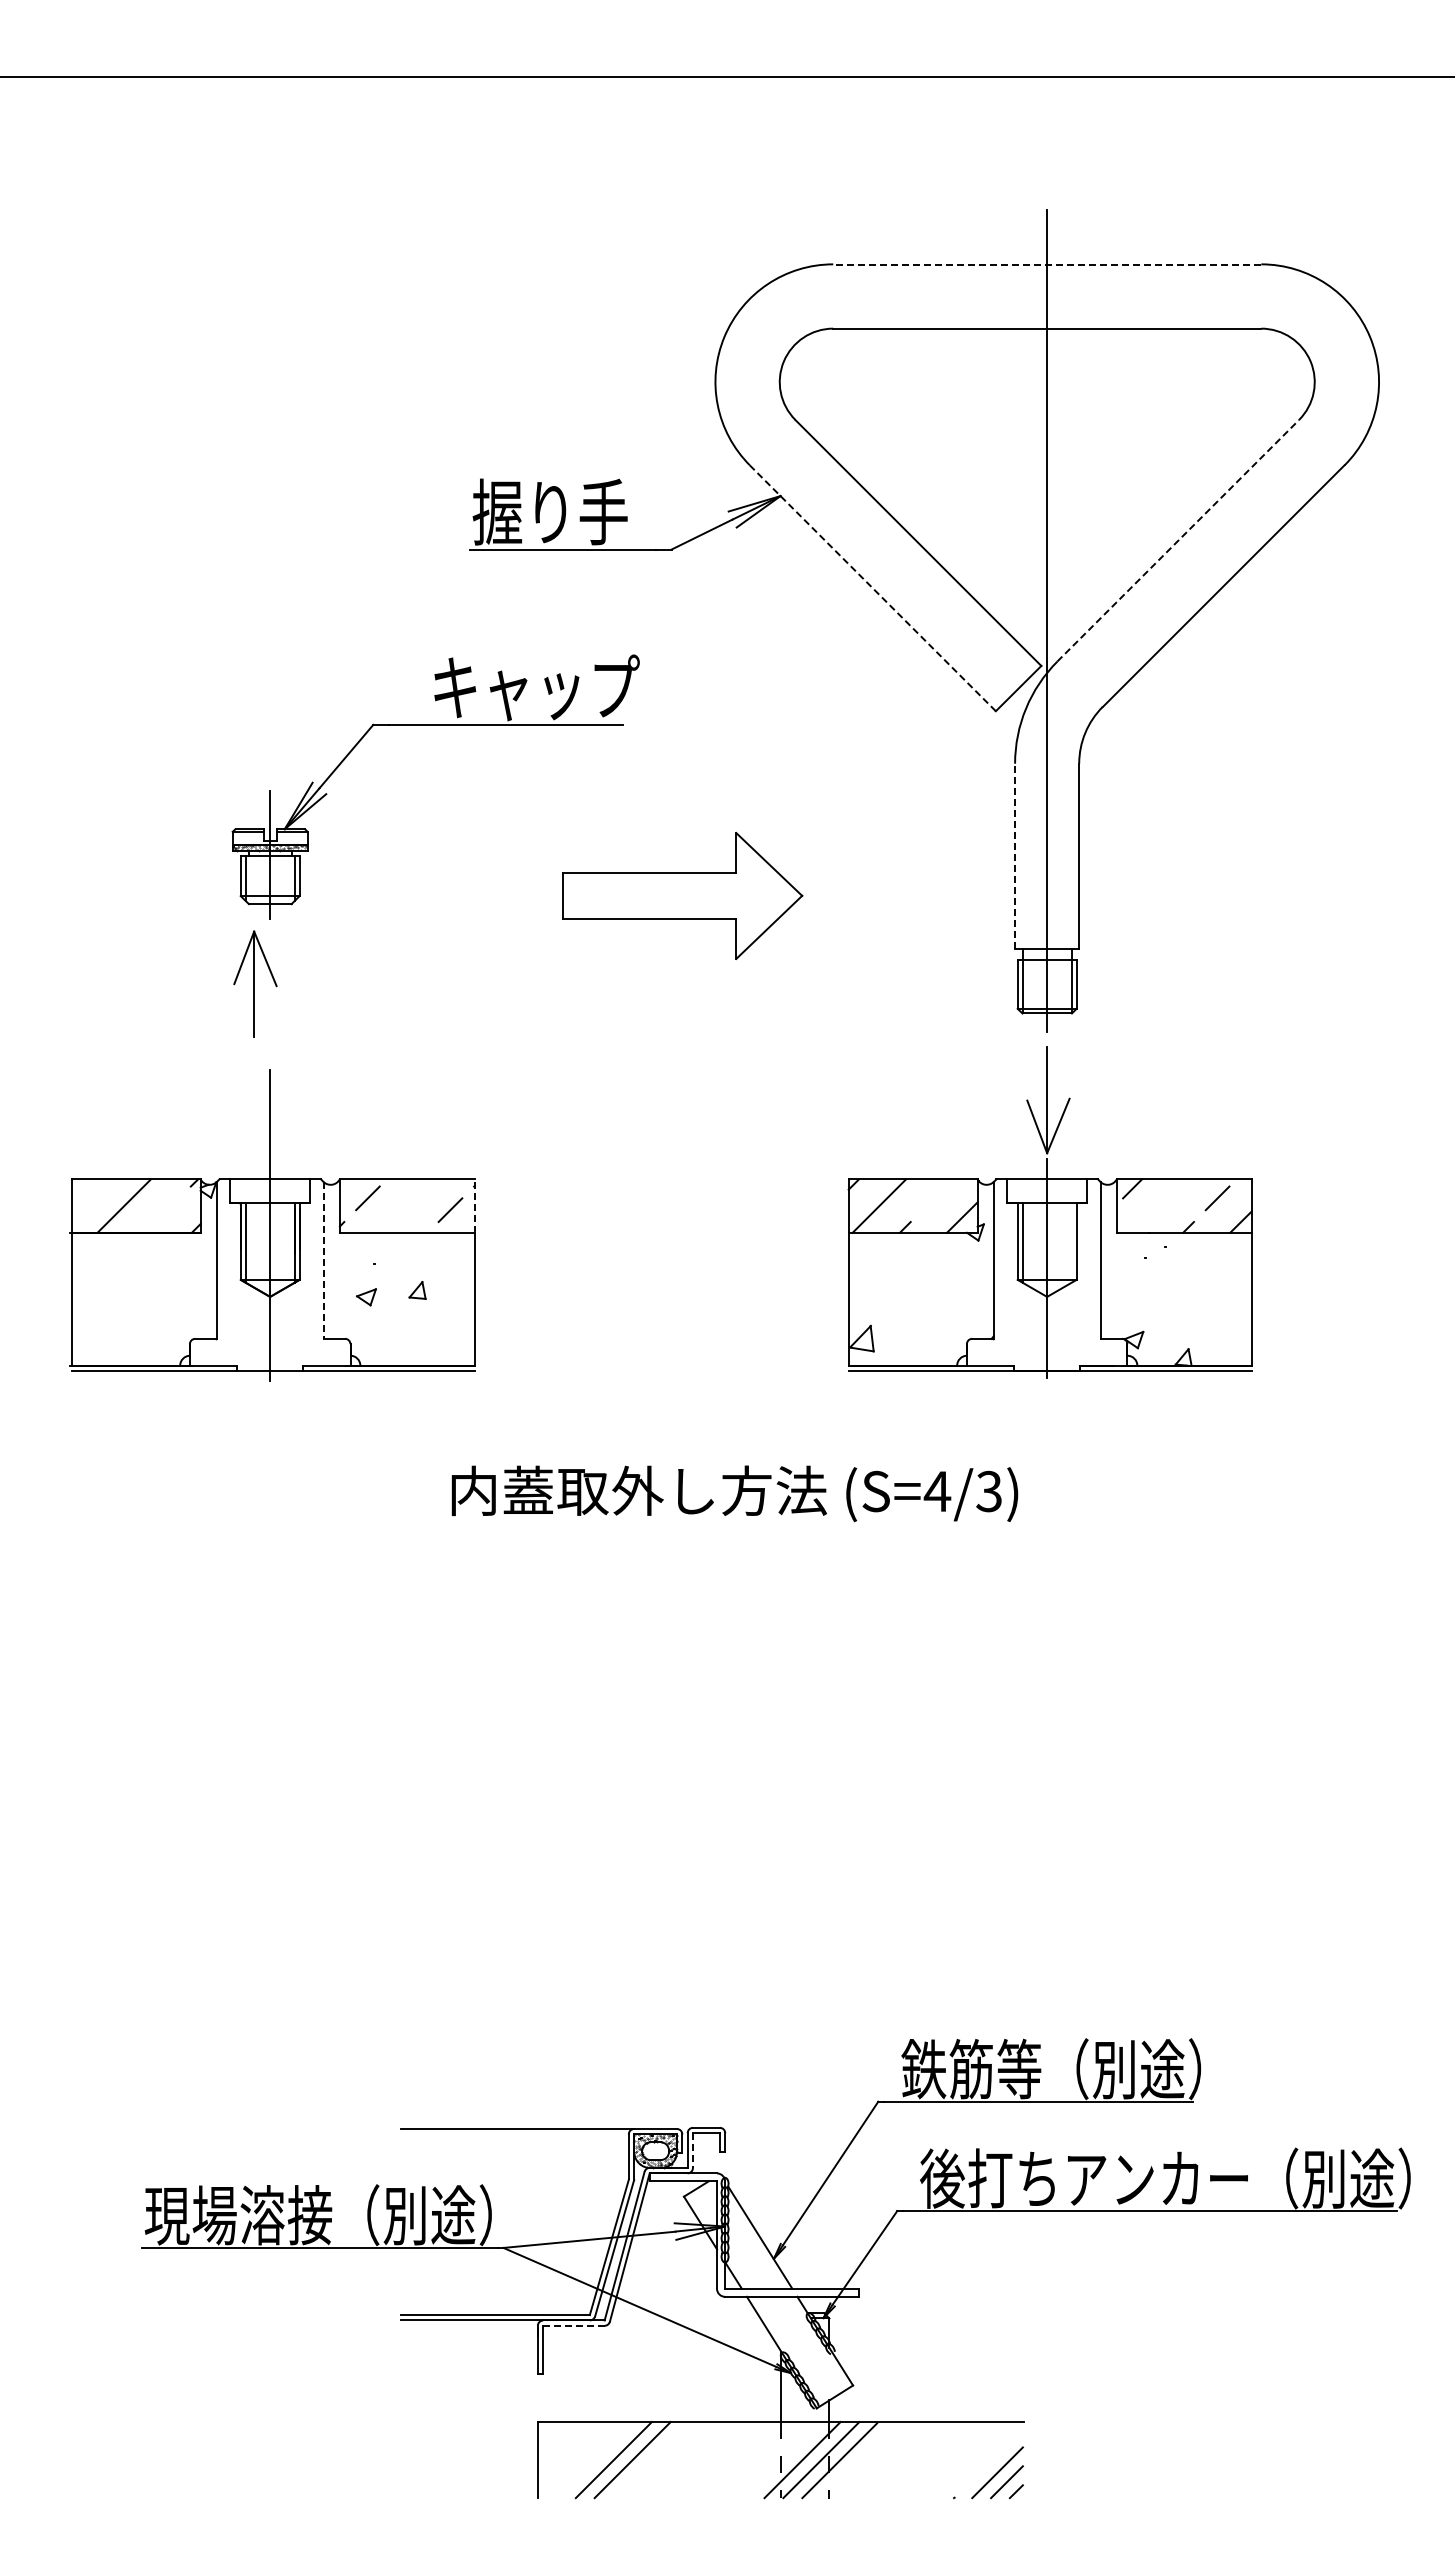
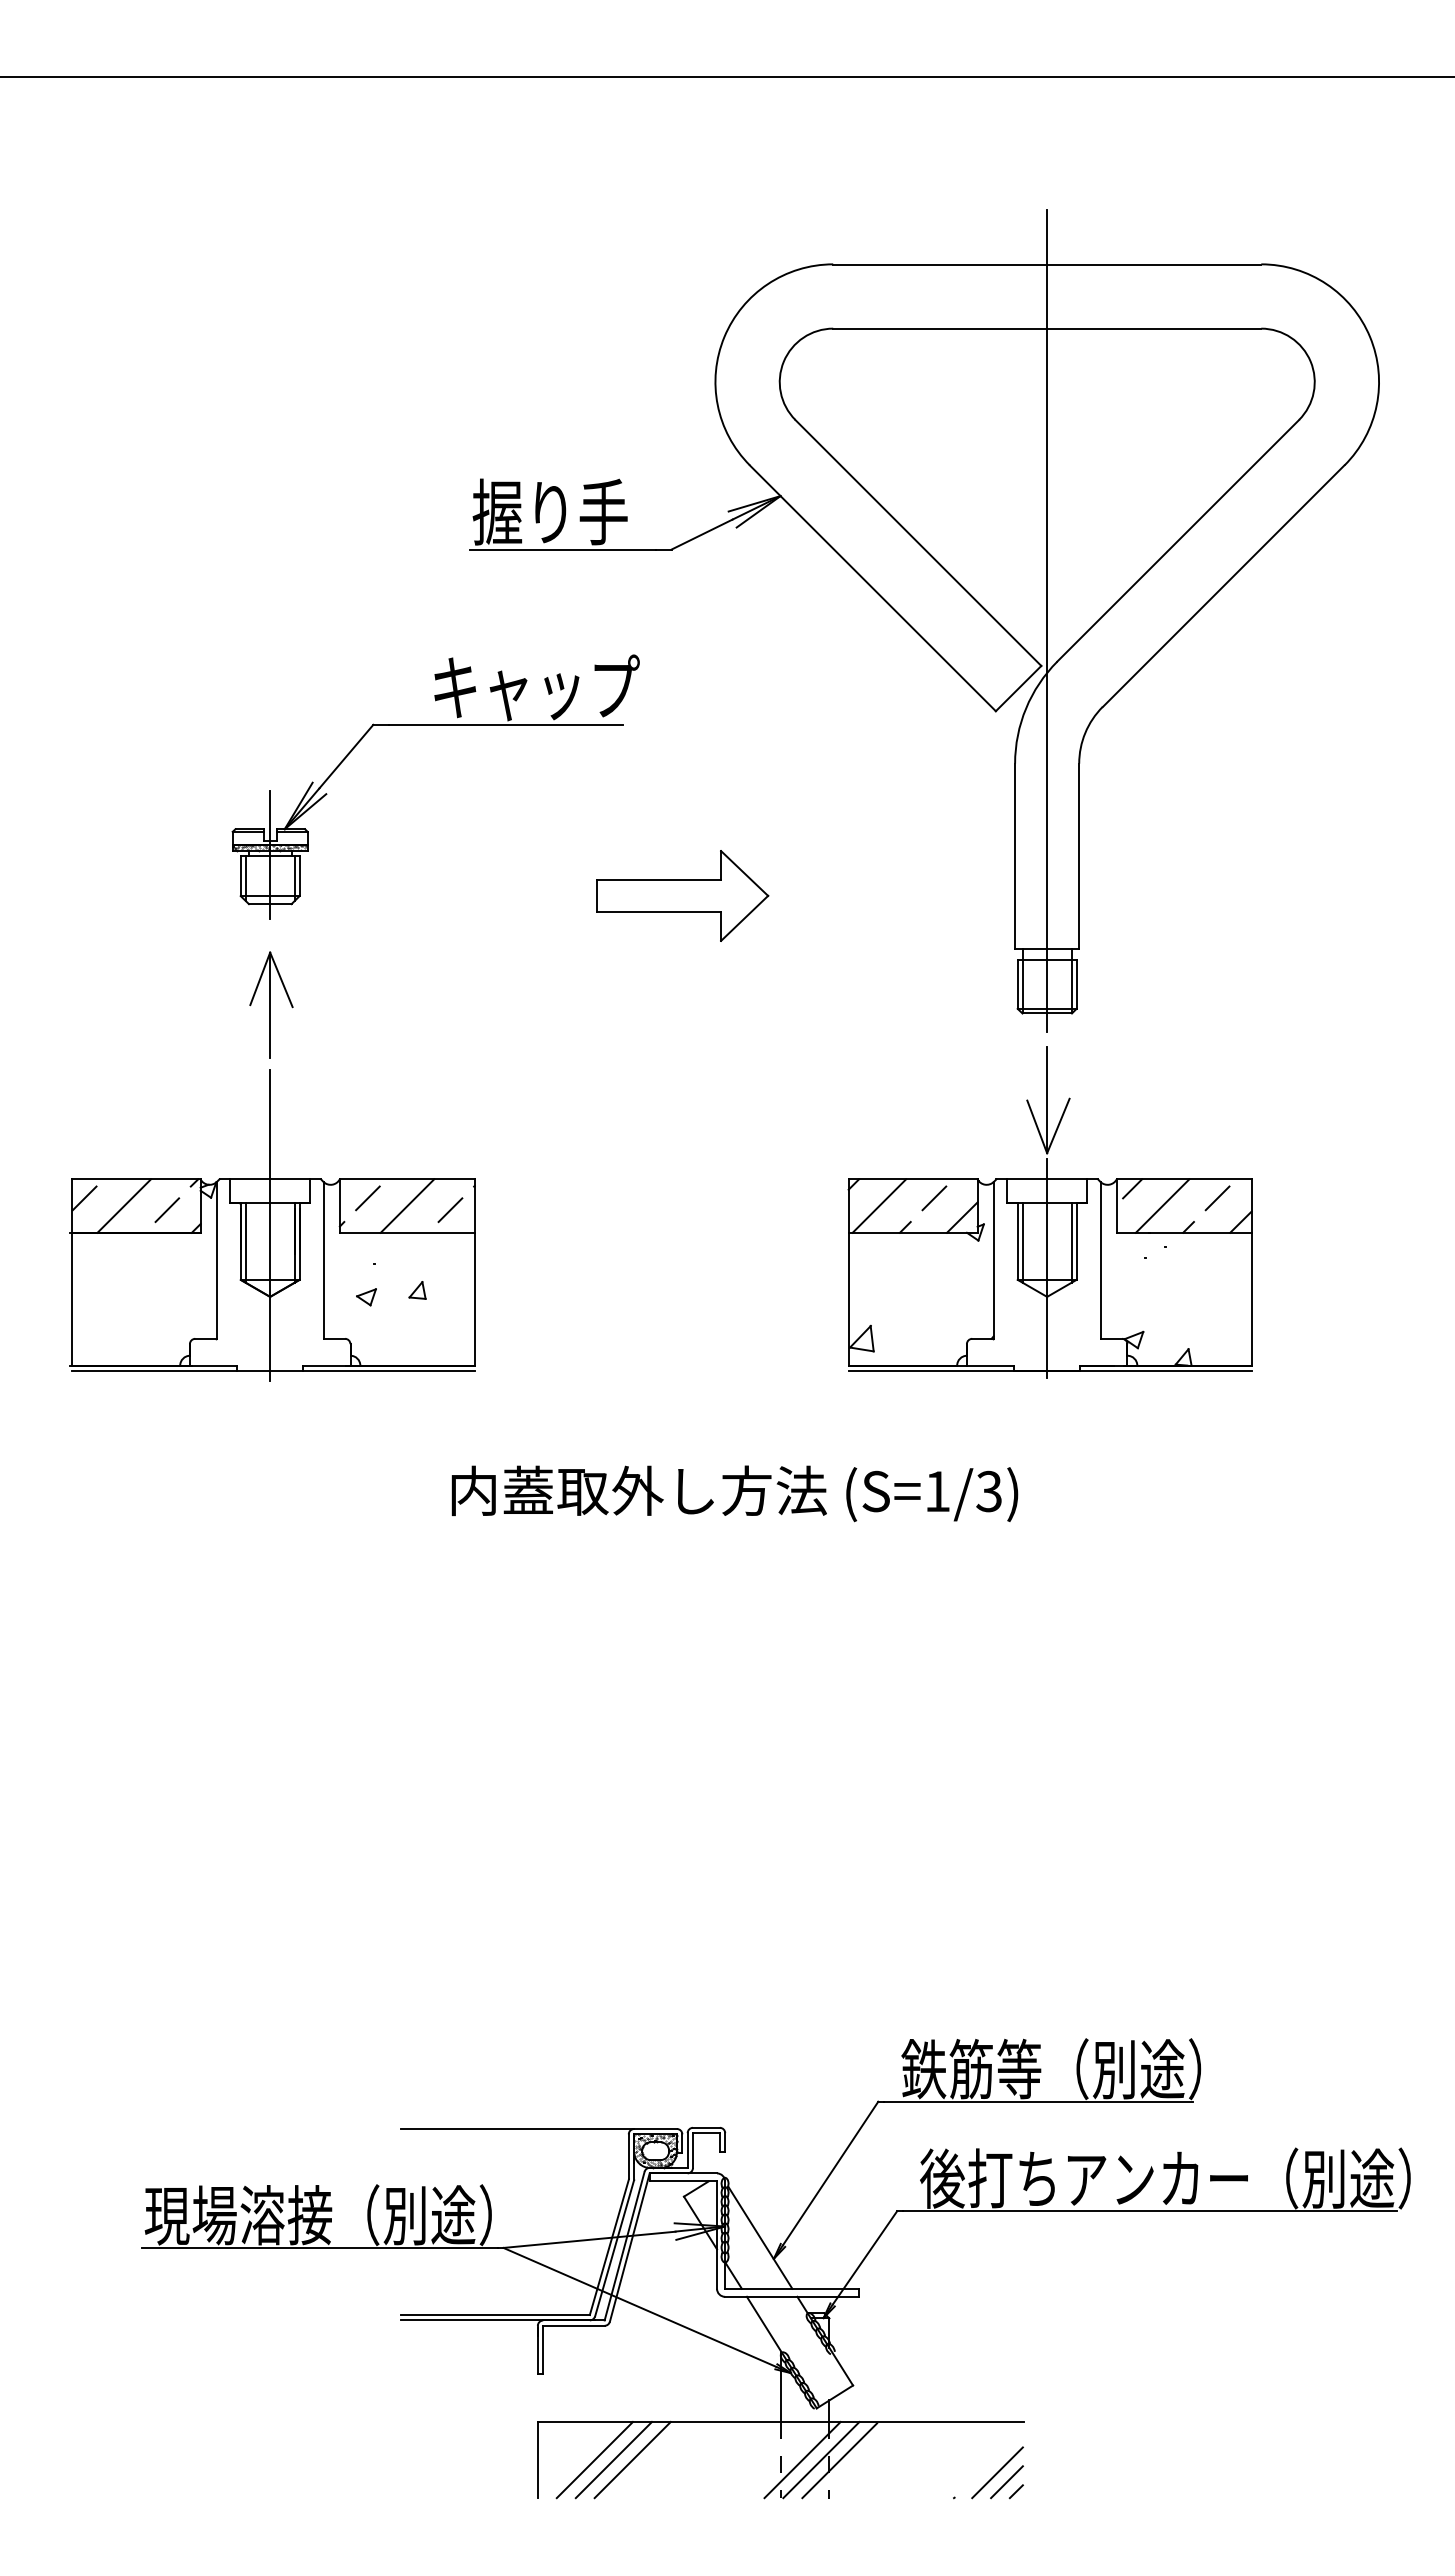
line at (1046, 264): dashed -> solid
line at (1178, 540): dashed -> solid
line at (872, 588): dashed -> solid
line at (1015, 856): dashed -> solid
part at (682, 895) size: 242x128 px -> 174x92 px
part at (255, 983) position: (255, 983) -> (271, 1004)
line at (84, 1198): none -> present
line at (934, 1198): none -> present
line at (407, 1205): none -> present
line at (1162, 1205): none -> present
line at (474, 1206): dashed -> solid
line at (167, 1210): none -> present
line at (1071, 1242): none -> present
line at (323, 1260): dashed -> solid
text at (937, 1491): (S=4/3) -> (S=1/3)
line at (693, 2151): dashed -> solid
line at (573, 2325): dashed -> solid
line at (594, 2460): none -> present
